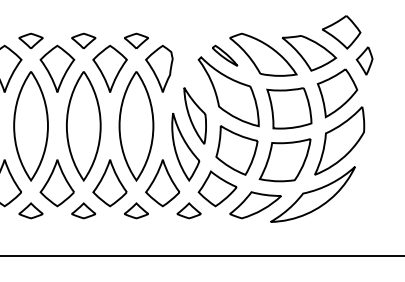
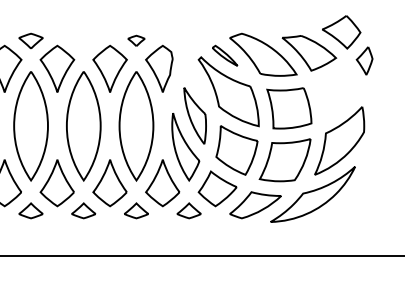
part at (83, 40): present -> none
part at (136, 40) size: 25x17 px -> 19x13 px
part at (336, 93): present -> none
